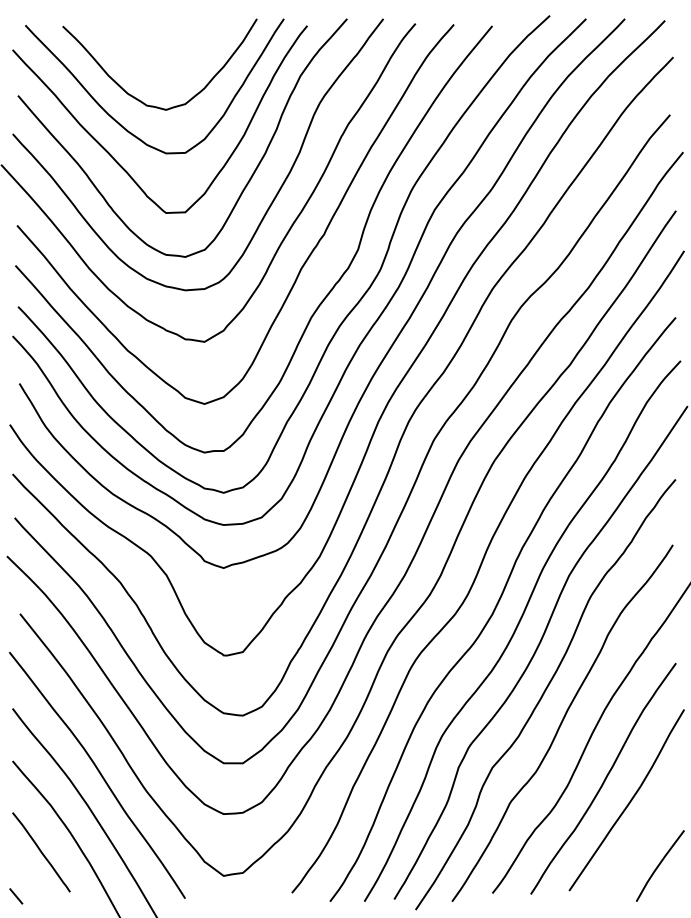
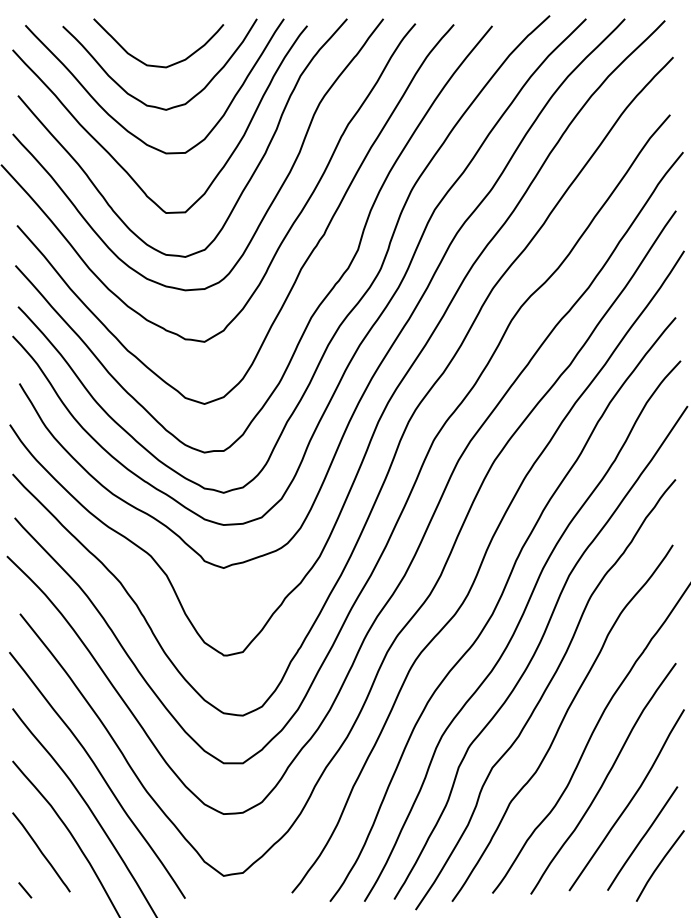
curve at (158, 65): none -> present
line at (642, 838): none -> present
line at (16, 896) position: (16, 896) -> (25, 890)
